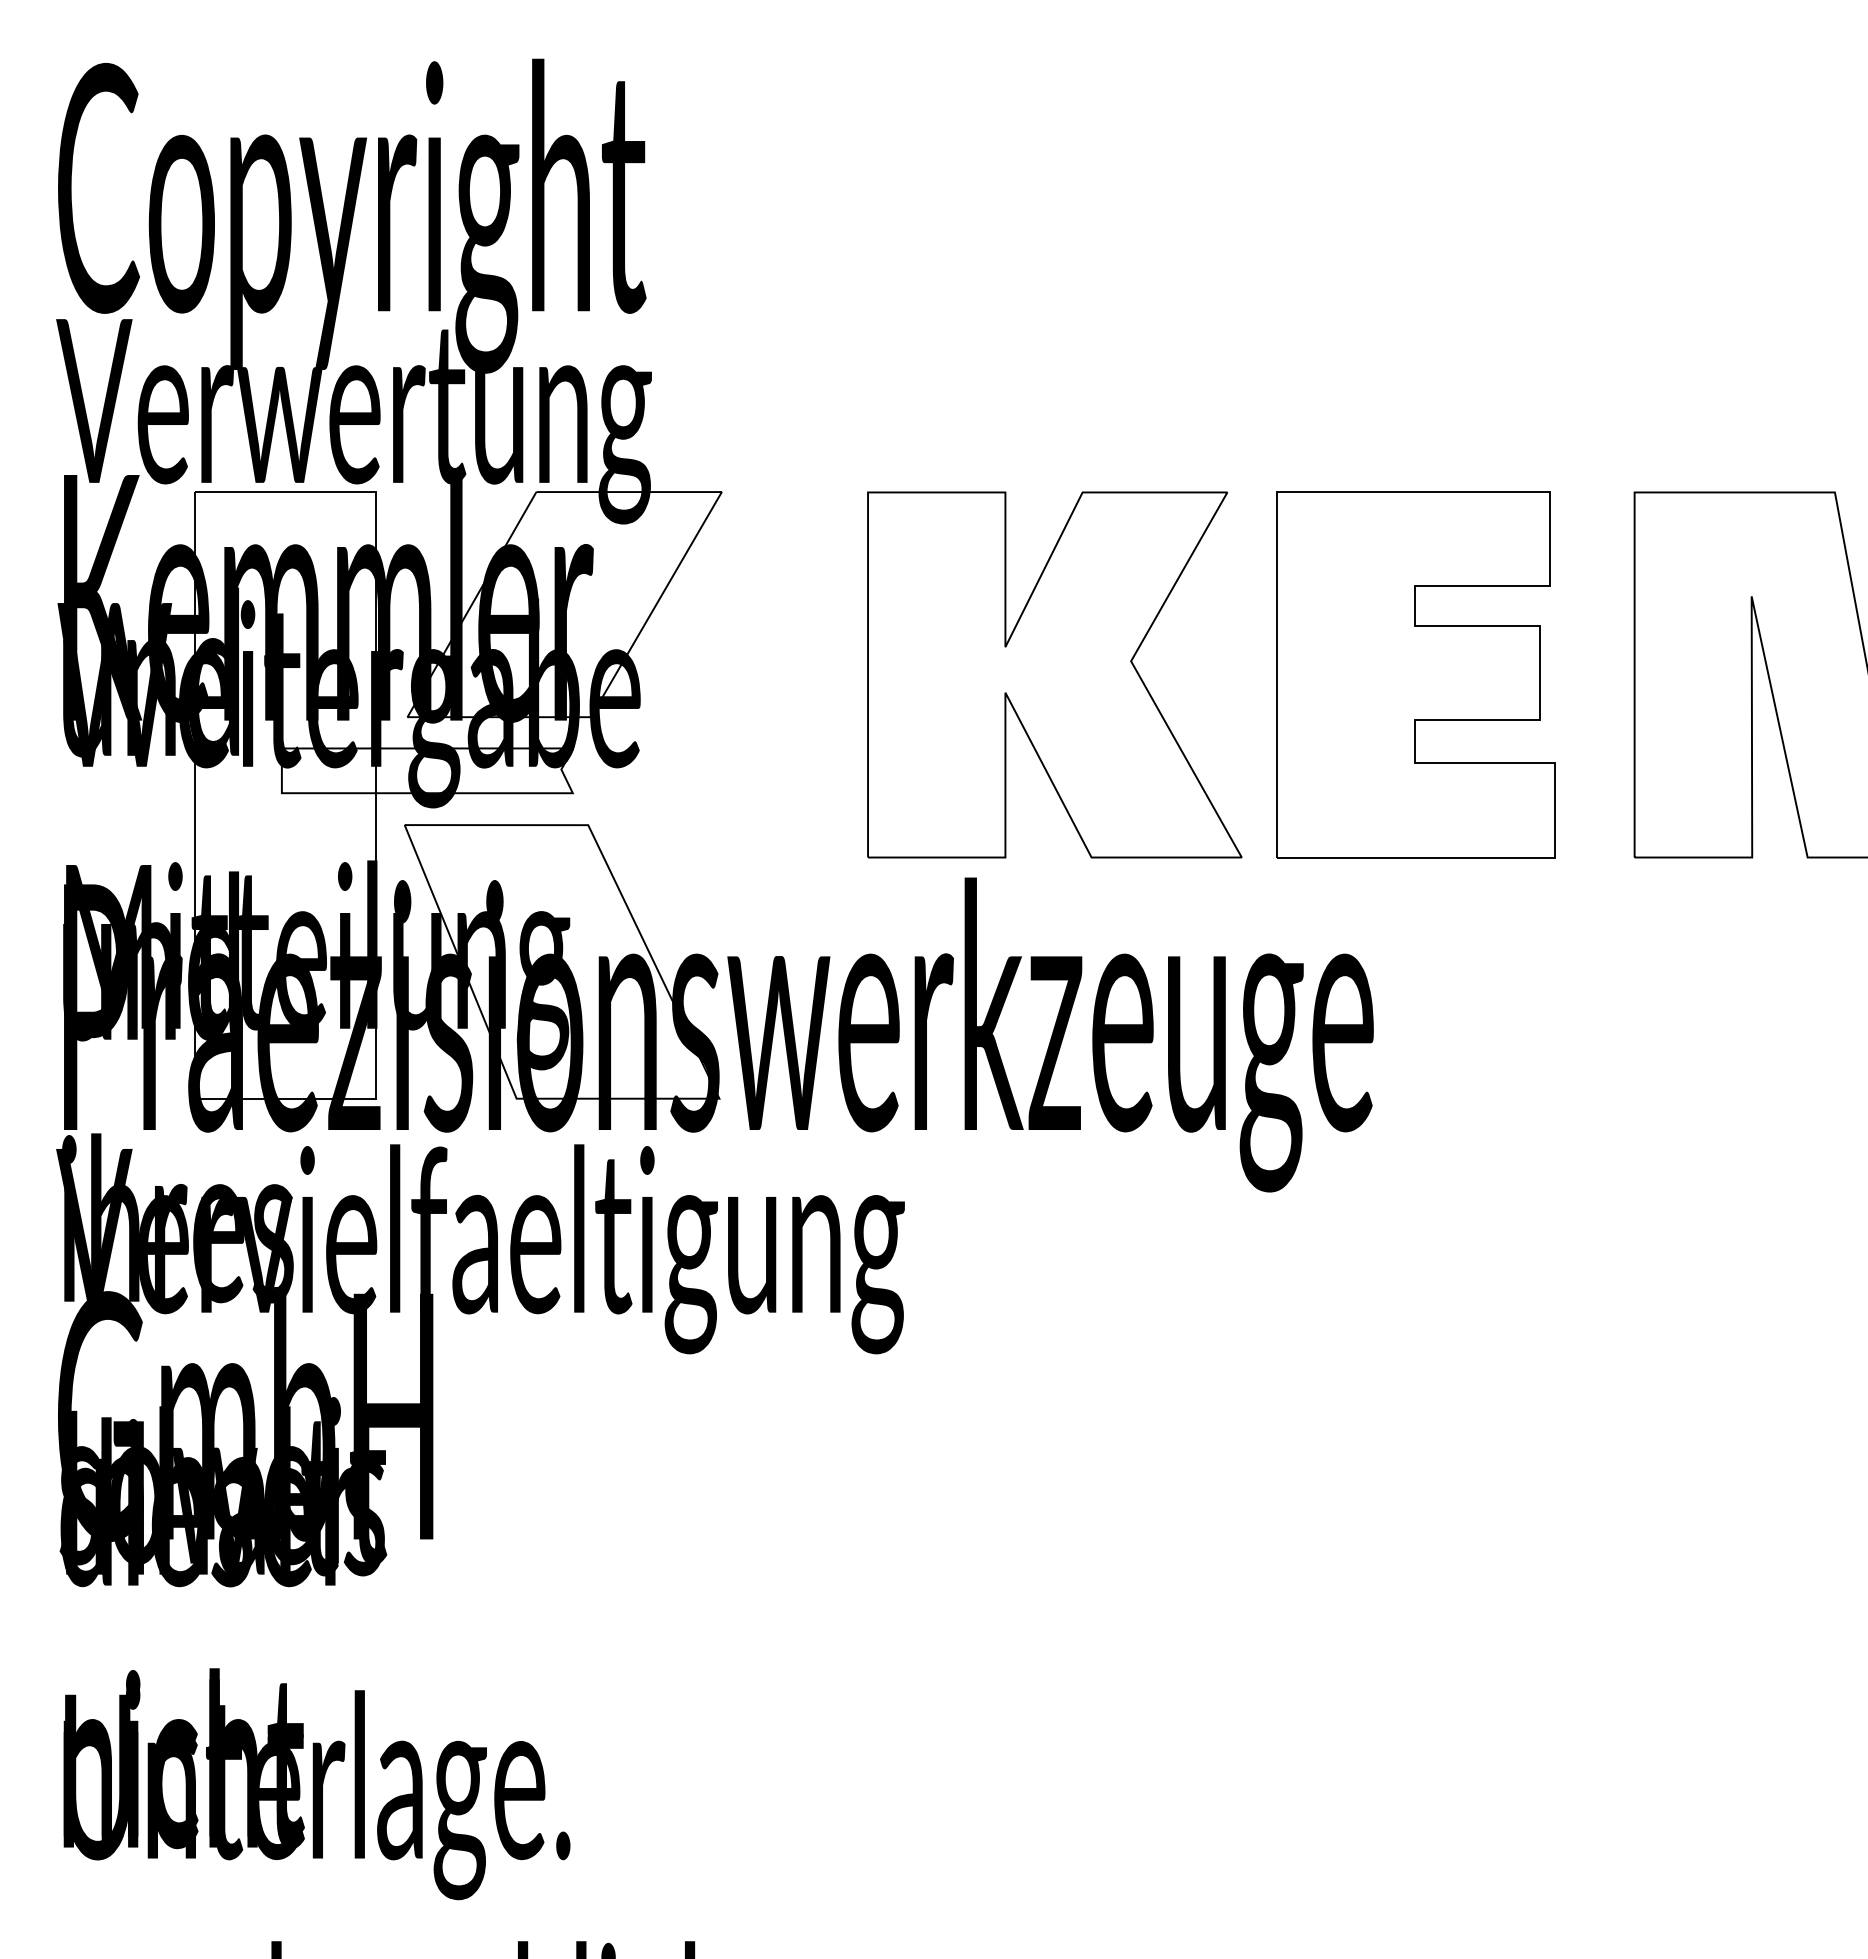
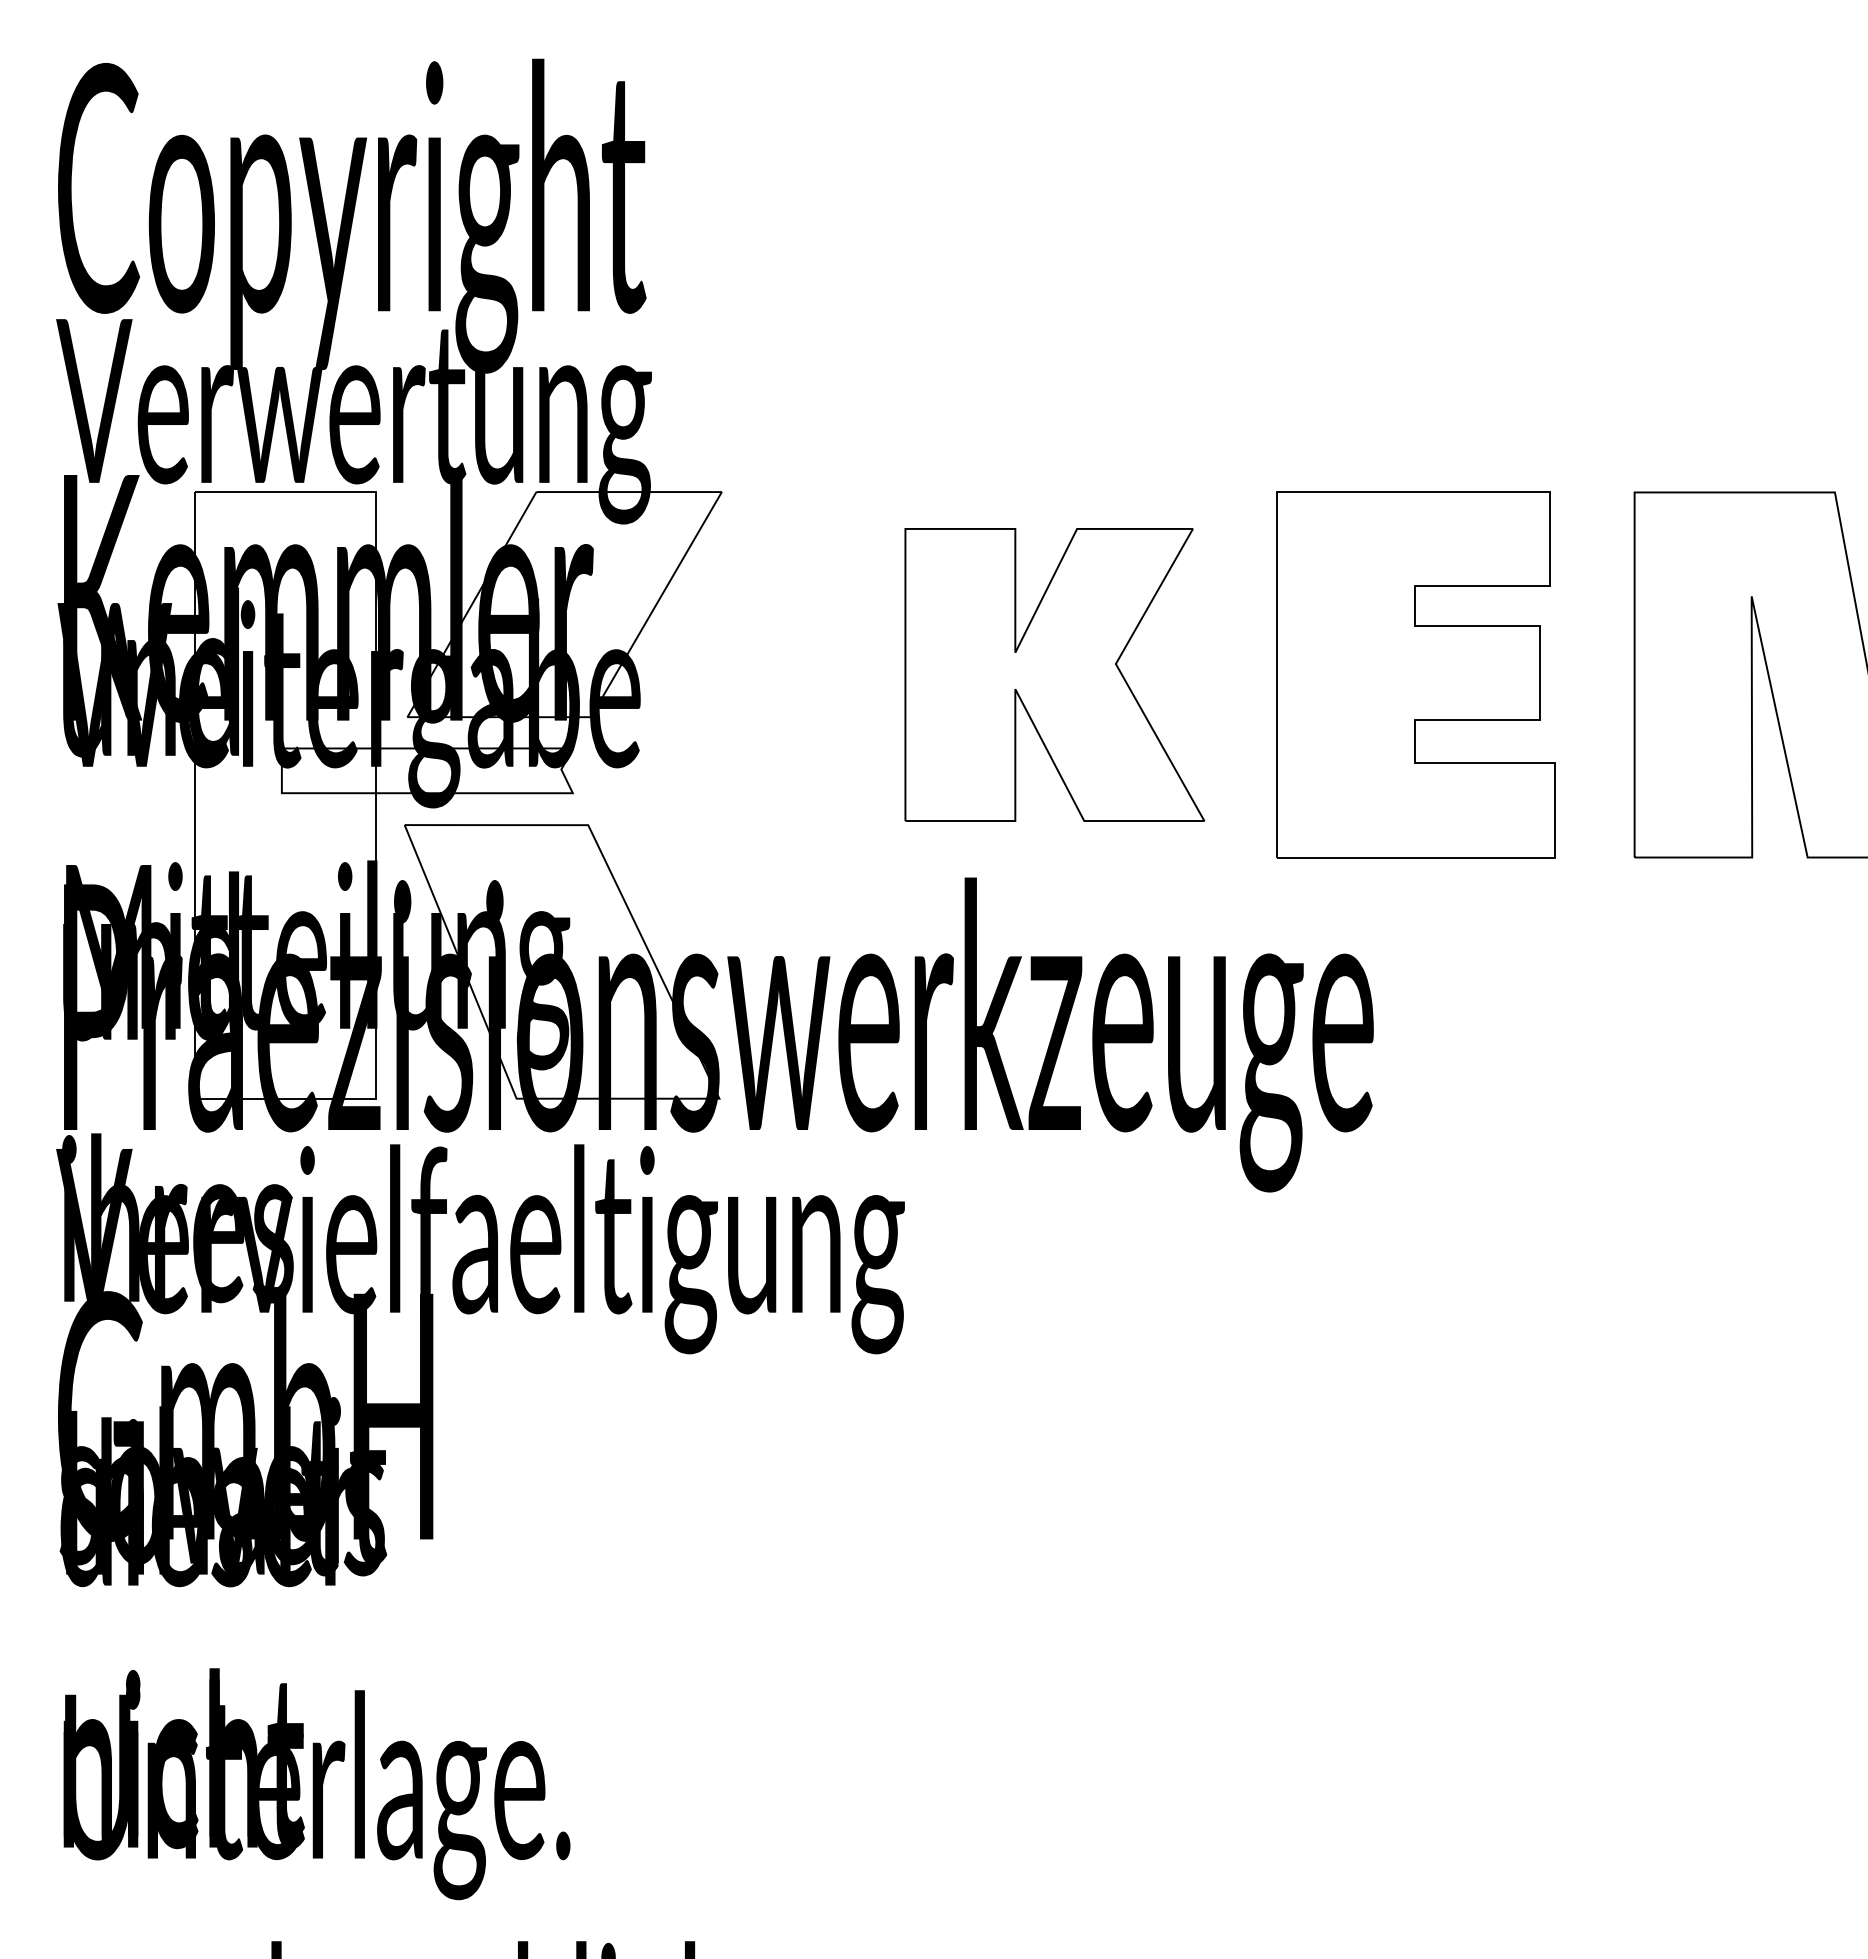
part at (1054, 674) size: 376x368 px -> 302x294 px
